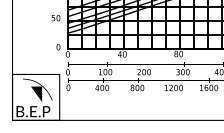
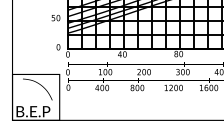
fill at (36, 94): present -> none
